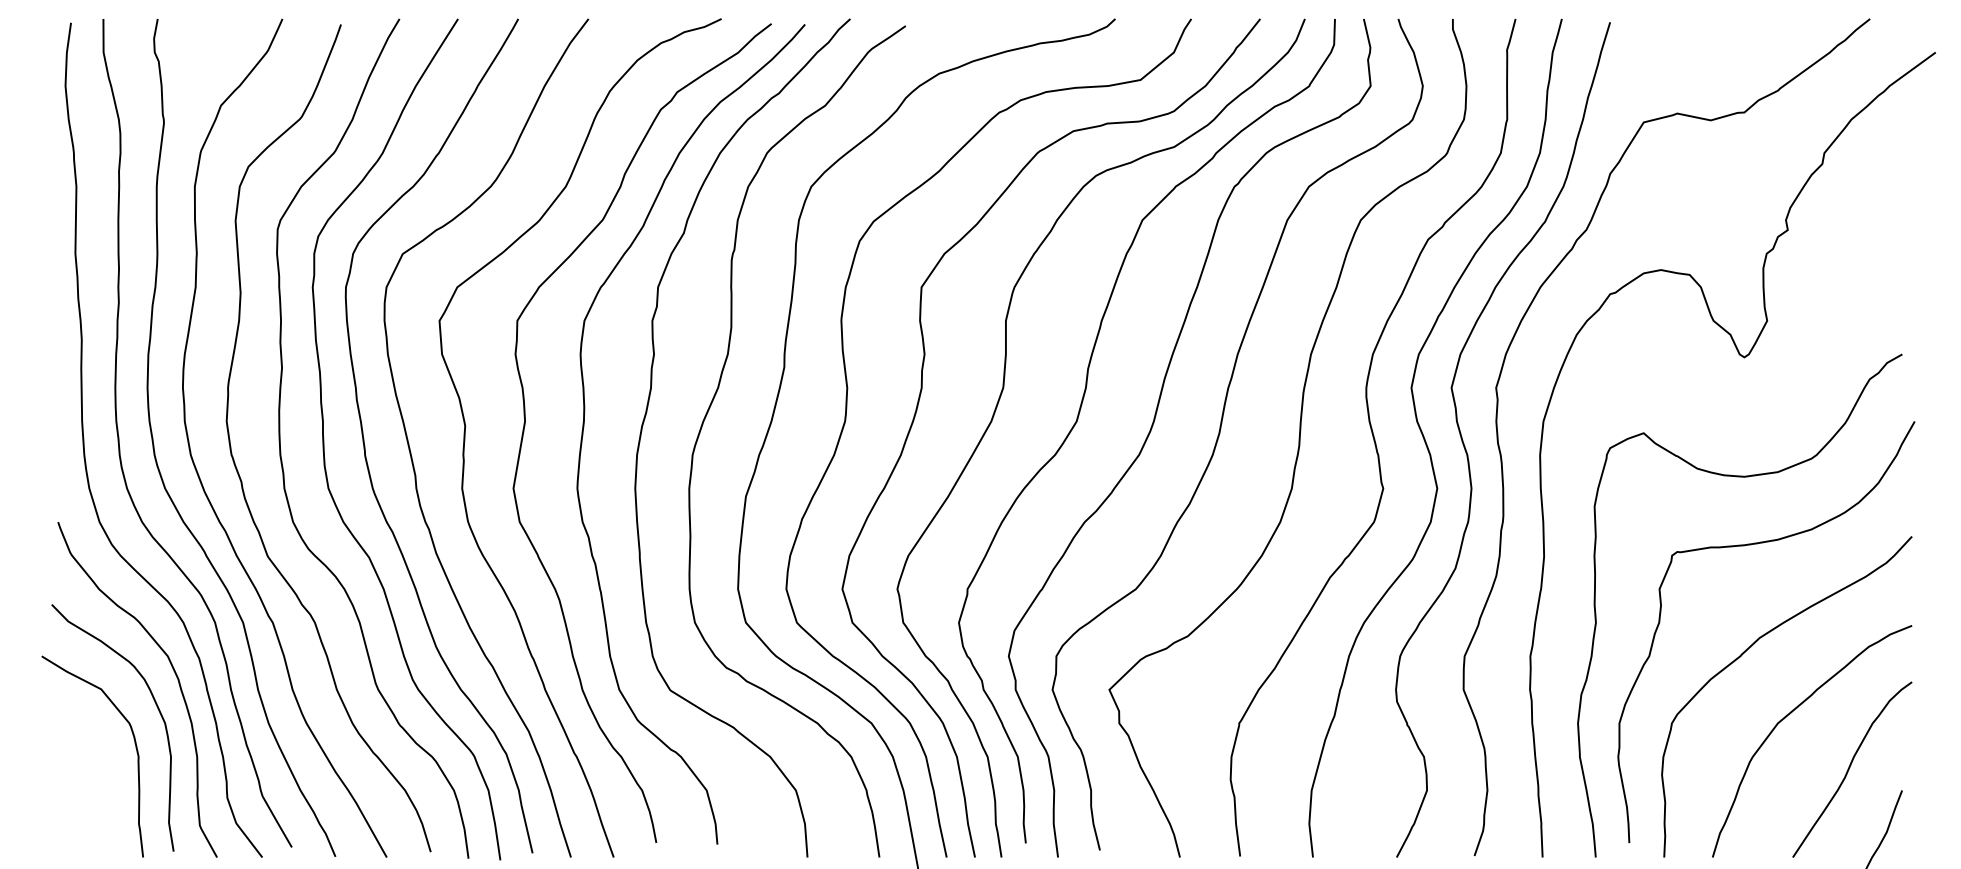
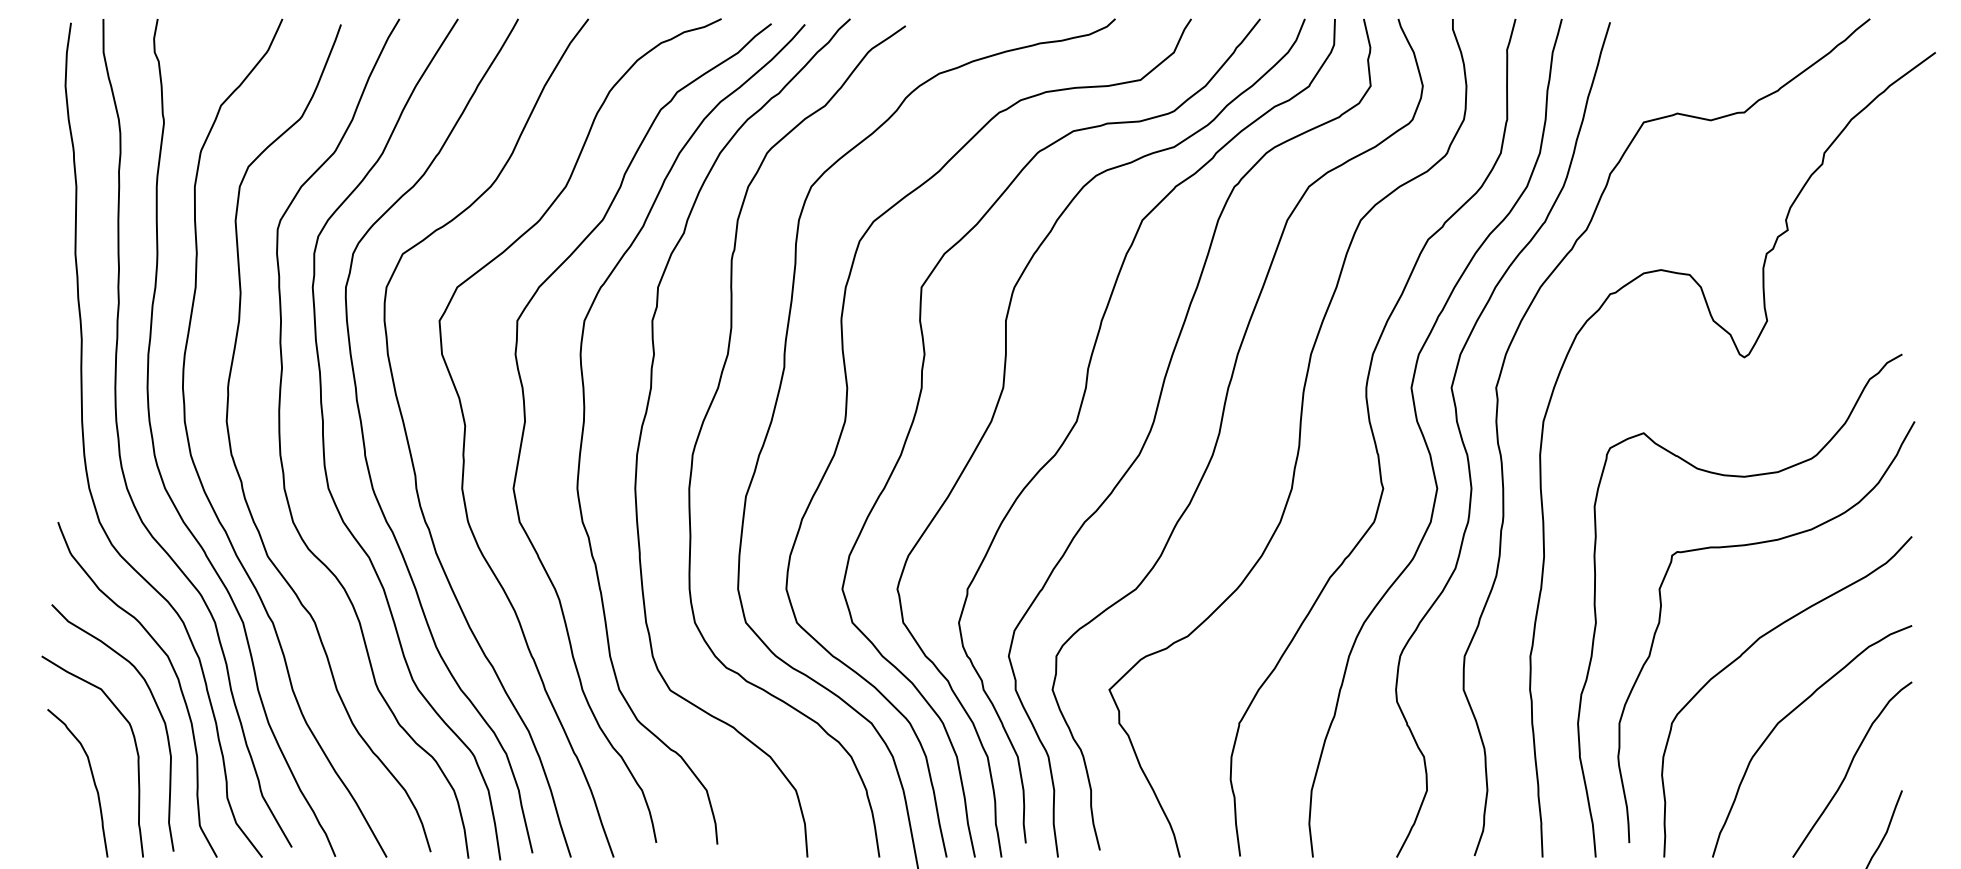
curve at (92, 779): none -> present
